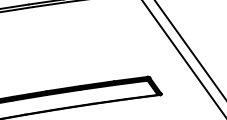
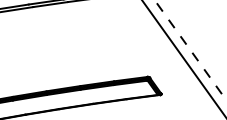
line at (190, 49): solid -> dashed
